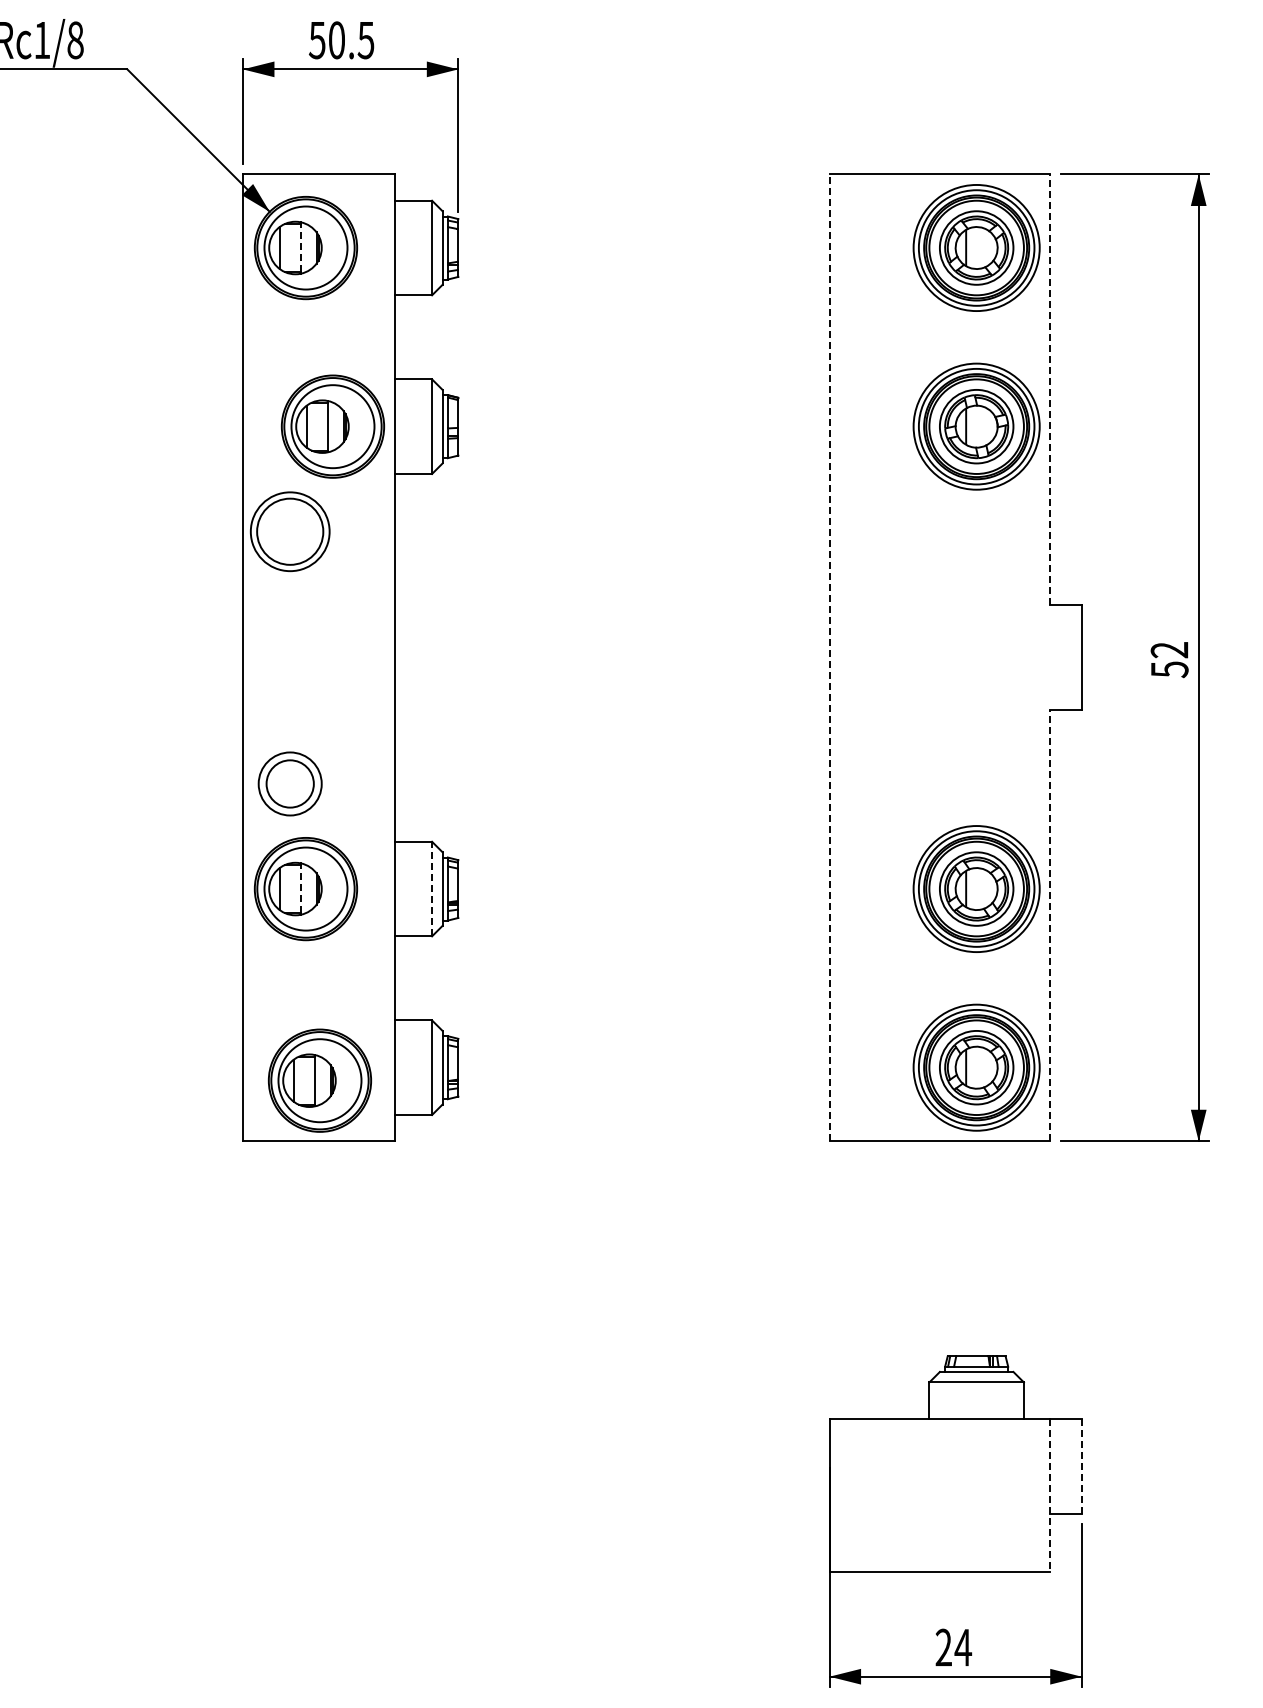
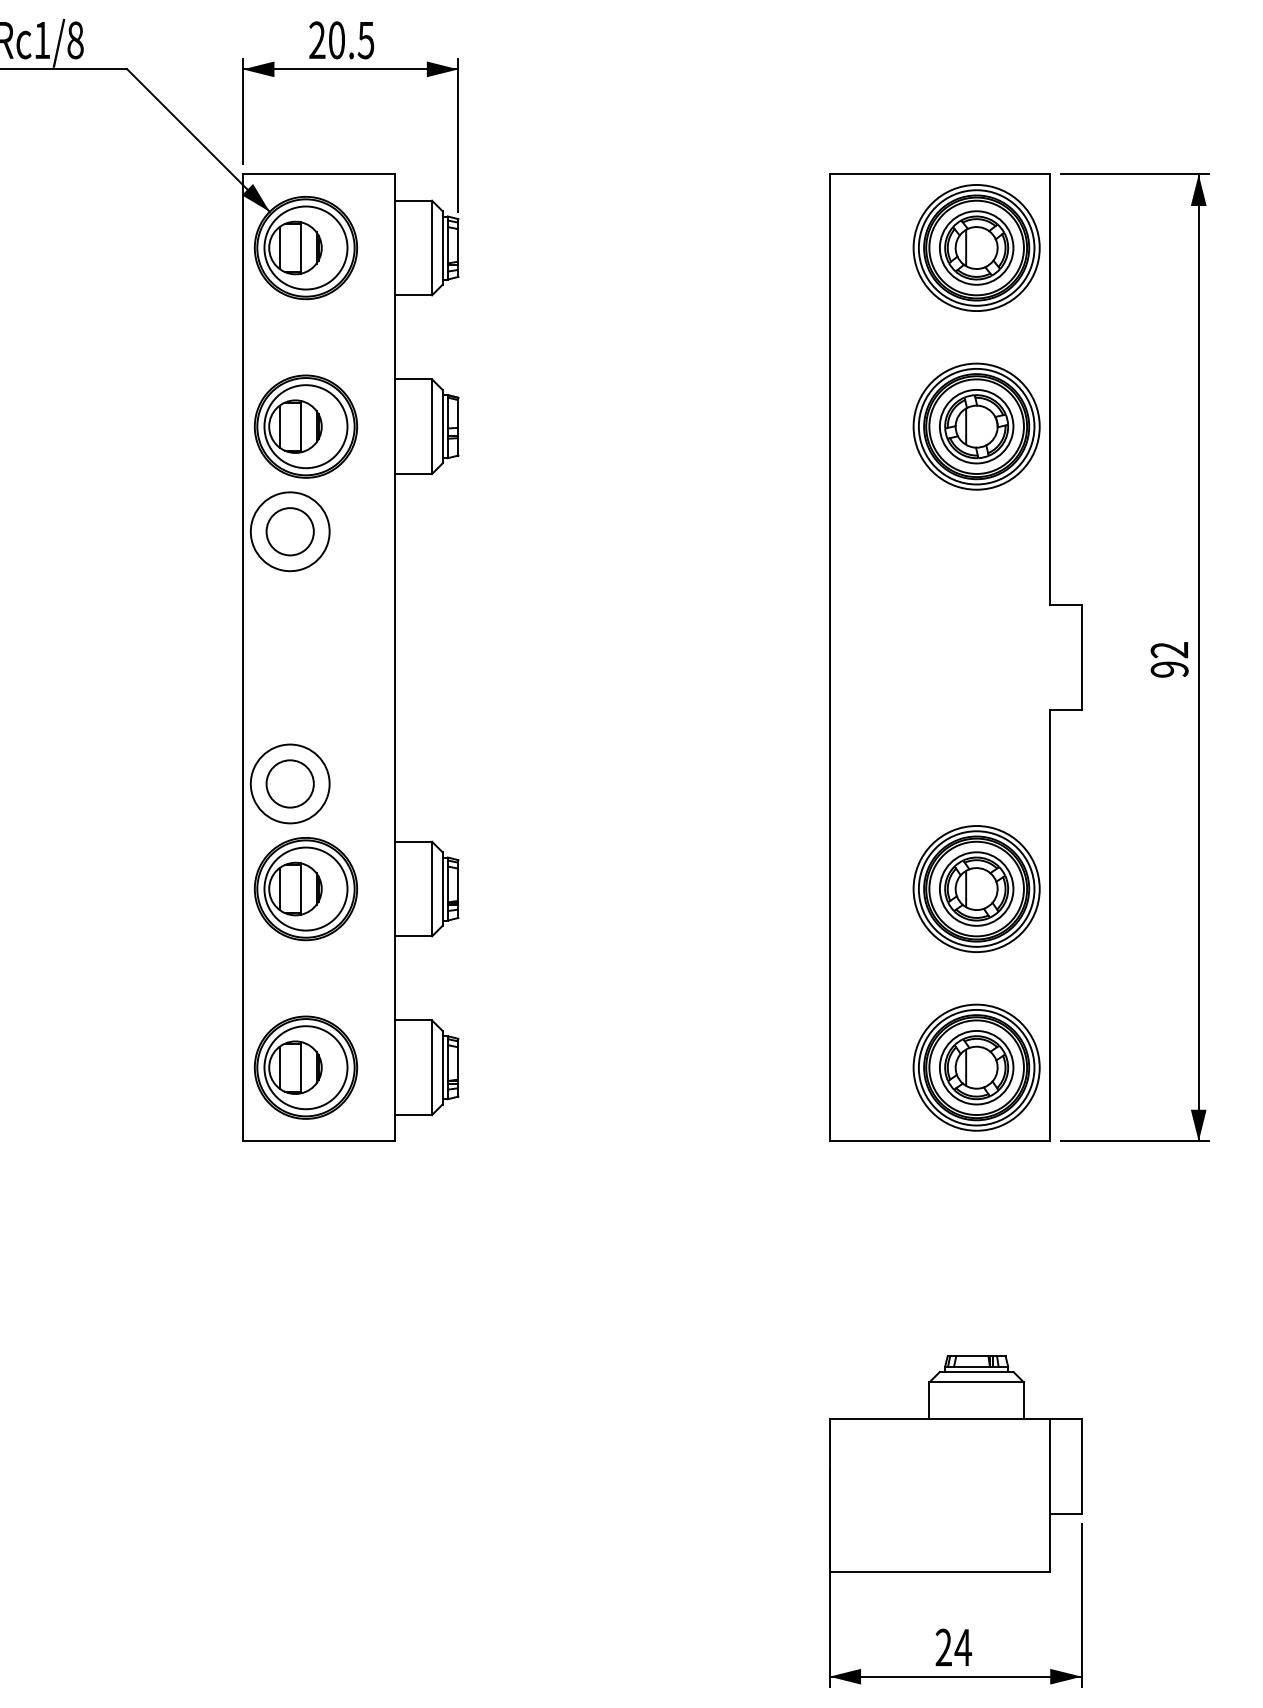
text at (316, 40): 50.5 -> 20.5
line at (300, 247): dashed -> solid
line at (1050, 389): dashed -> solid
part at (332, 426) position: (332, 426) -> (305, 426)
circle at (290, 531) diameter: 66 px -> 47 px
line at (829, 657): dashed -> solid
text at (1169, 669): 52 -> 92
circle at (289, 783) diameter: 63 px -> 79 px
line at (300, 888): dashed -> solid
line at (432, 888): dashed -> solid
line at (1050, 925): dashed -> solid
part at (319, 1080) position: (319, 1080) -> (305, 1067)
line at (1081, 1467): dashed -> solid
line at (1050, 1495): dashed -> solid
